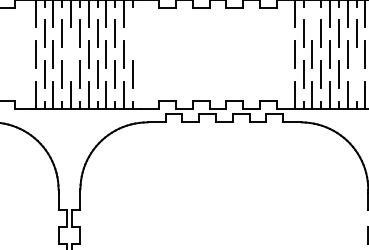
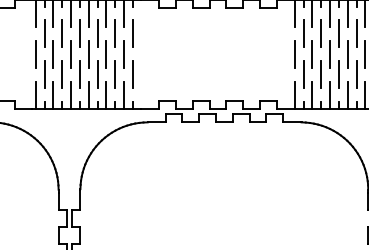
line at (312, 14): none -> present
line at (132, 33): none -> present
line at (71, 53): none -> present
line at (356, 74): none -> present
